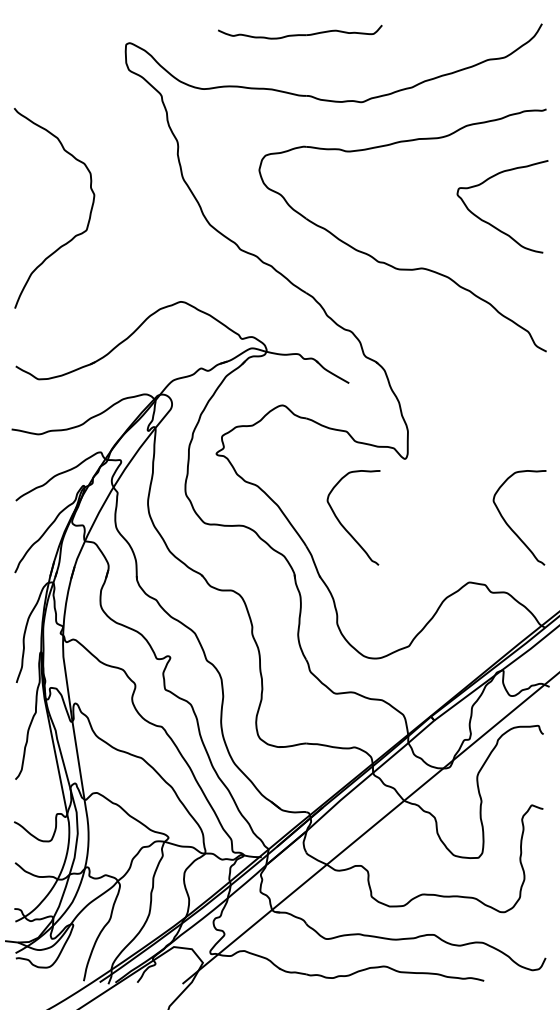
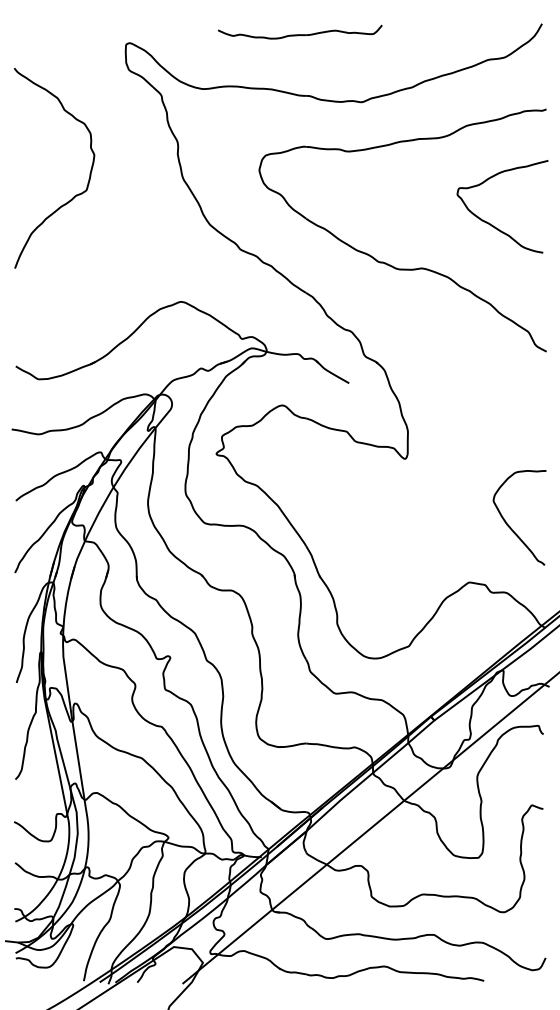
curve at (74, 235) position: (74, 235) -> (74, 195)
curve at (344, 526): present -> none
